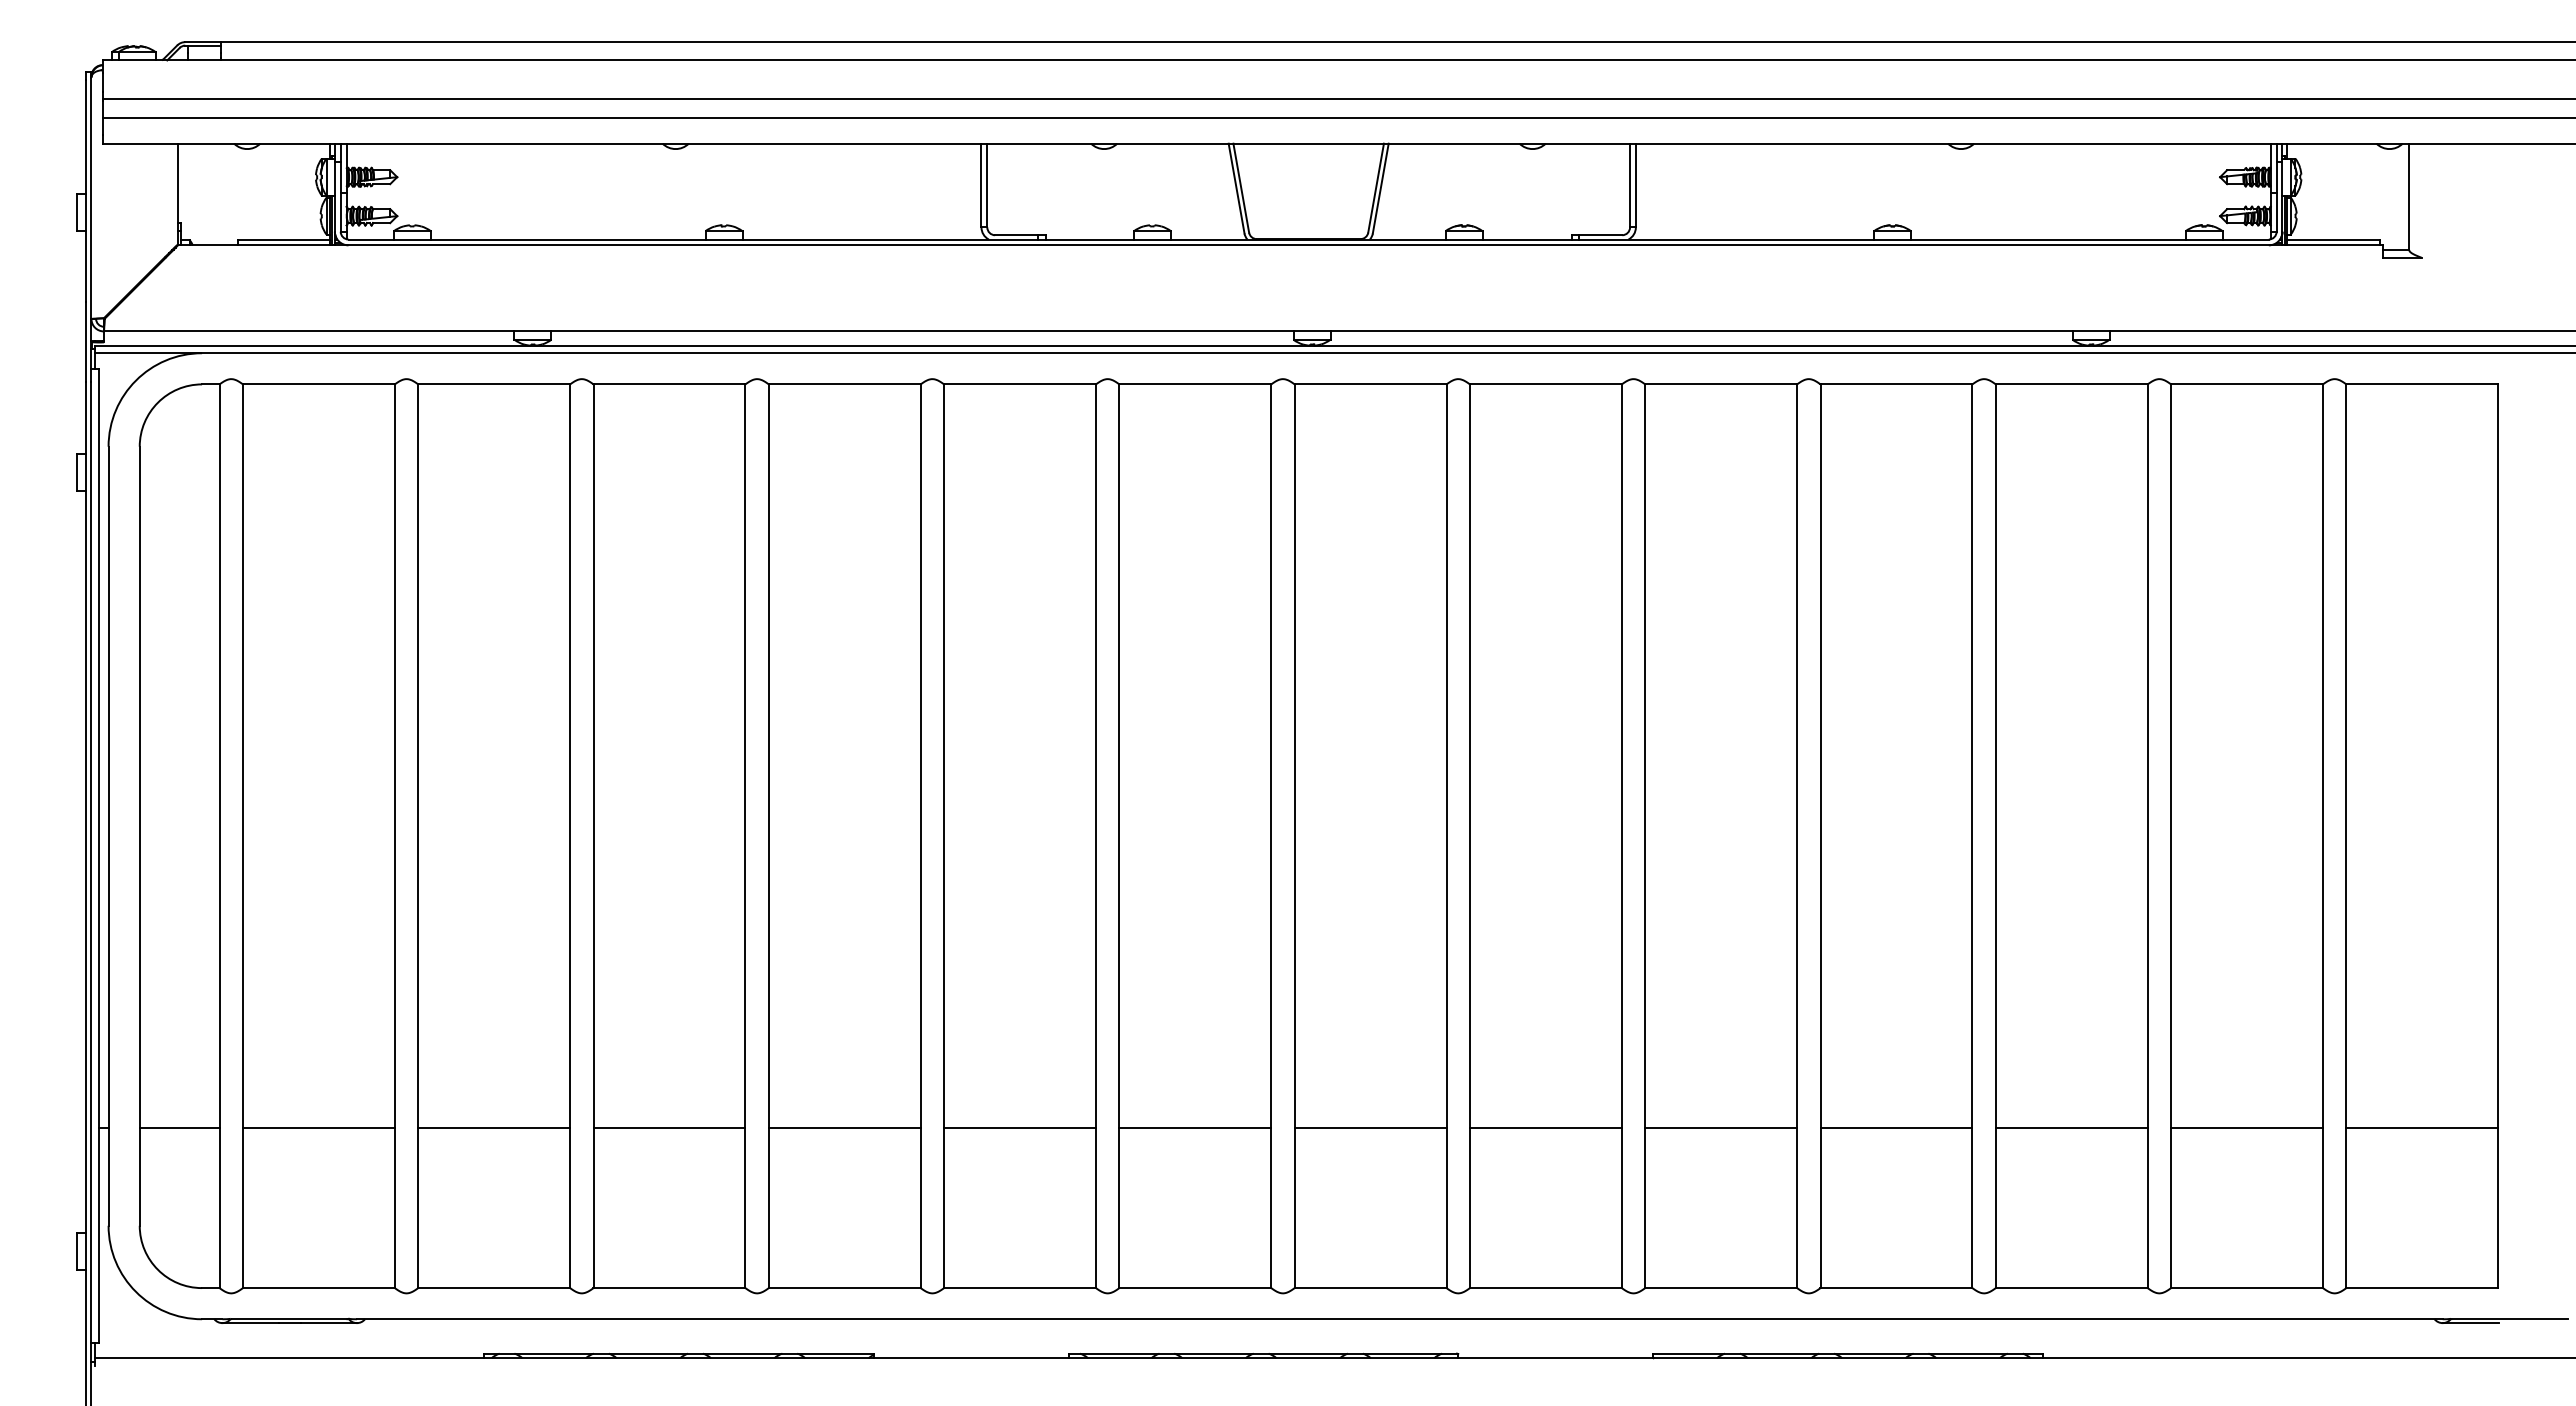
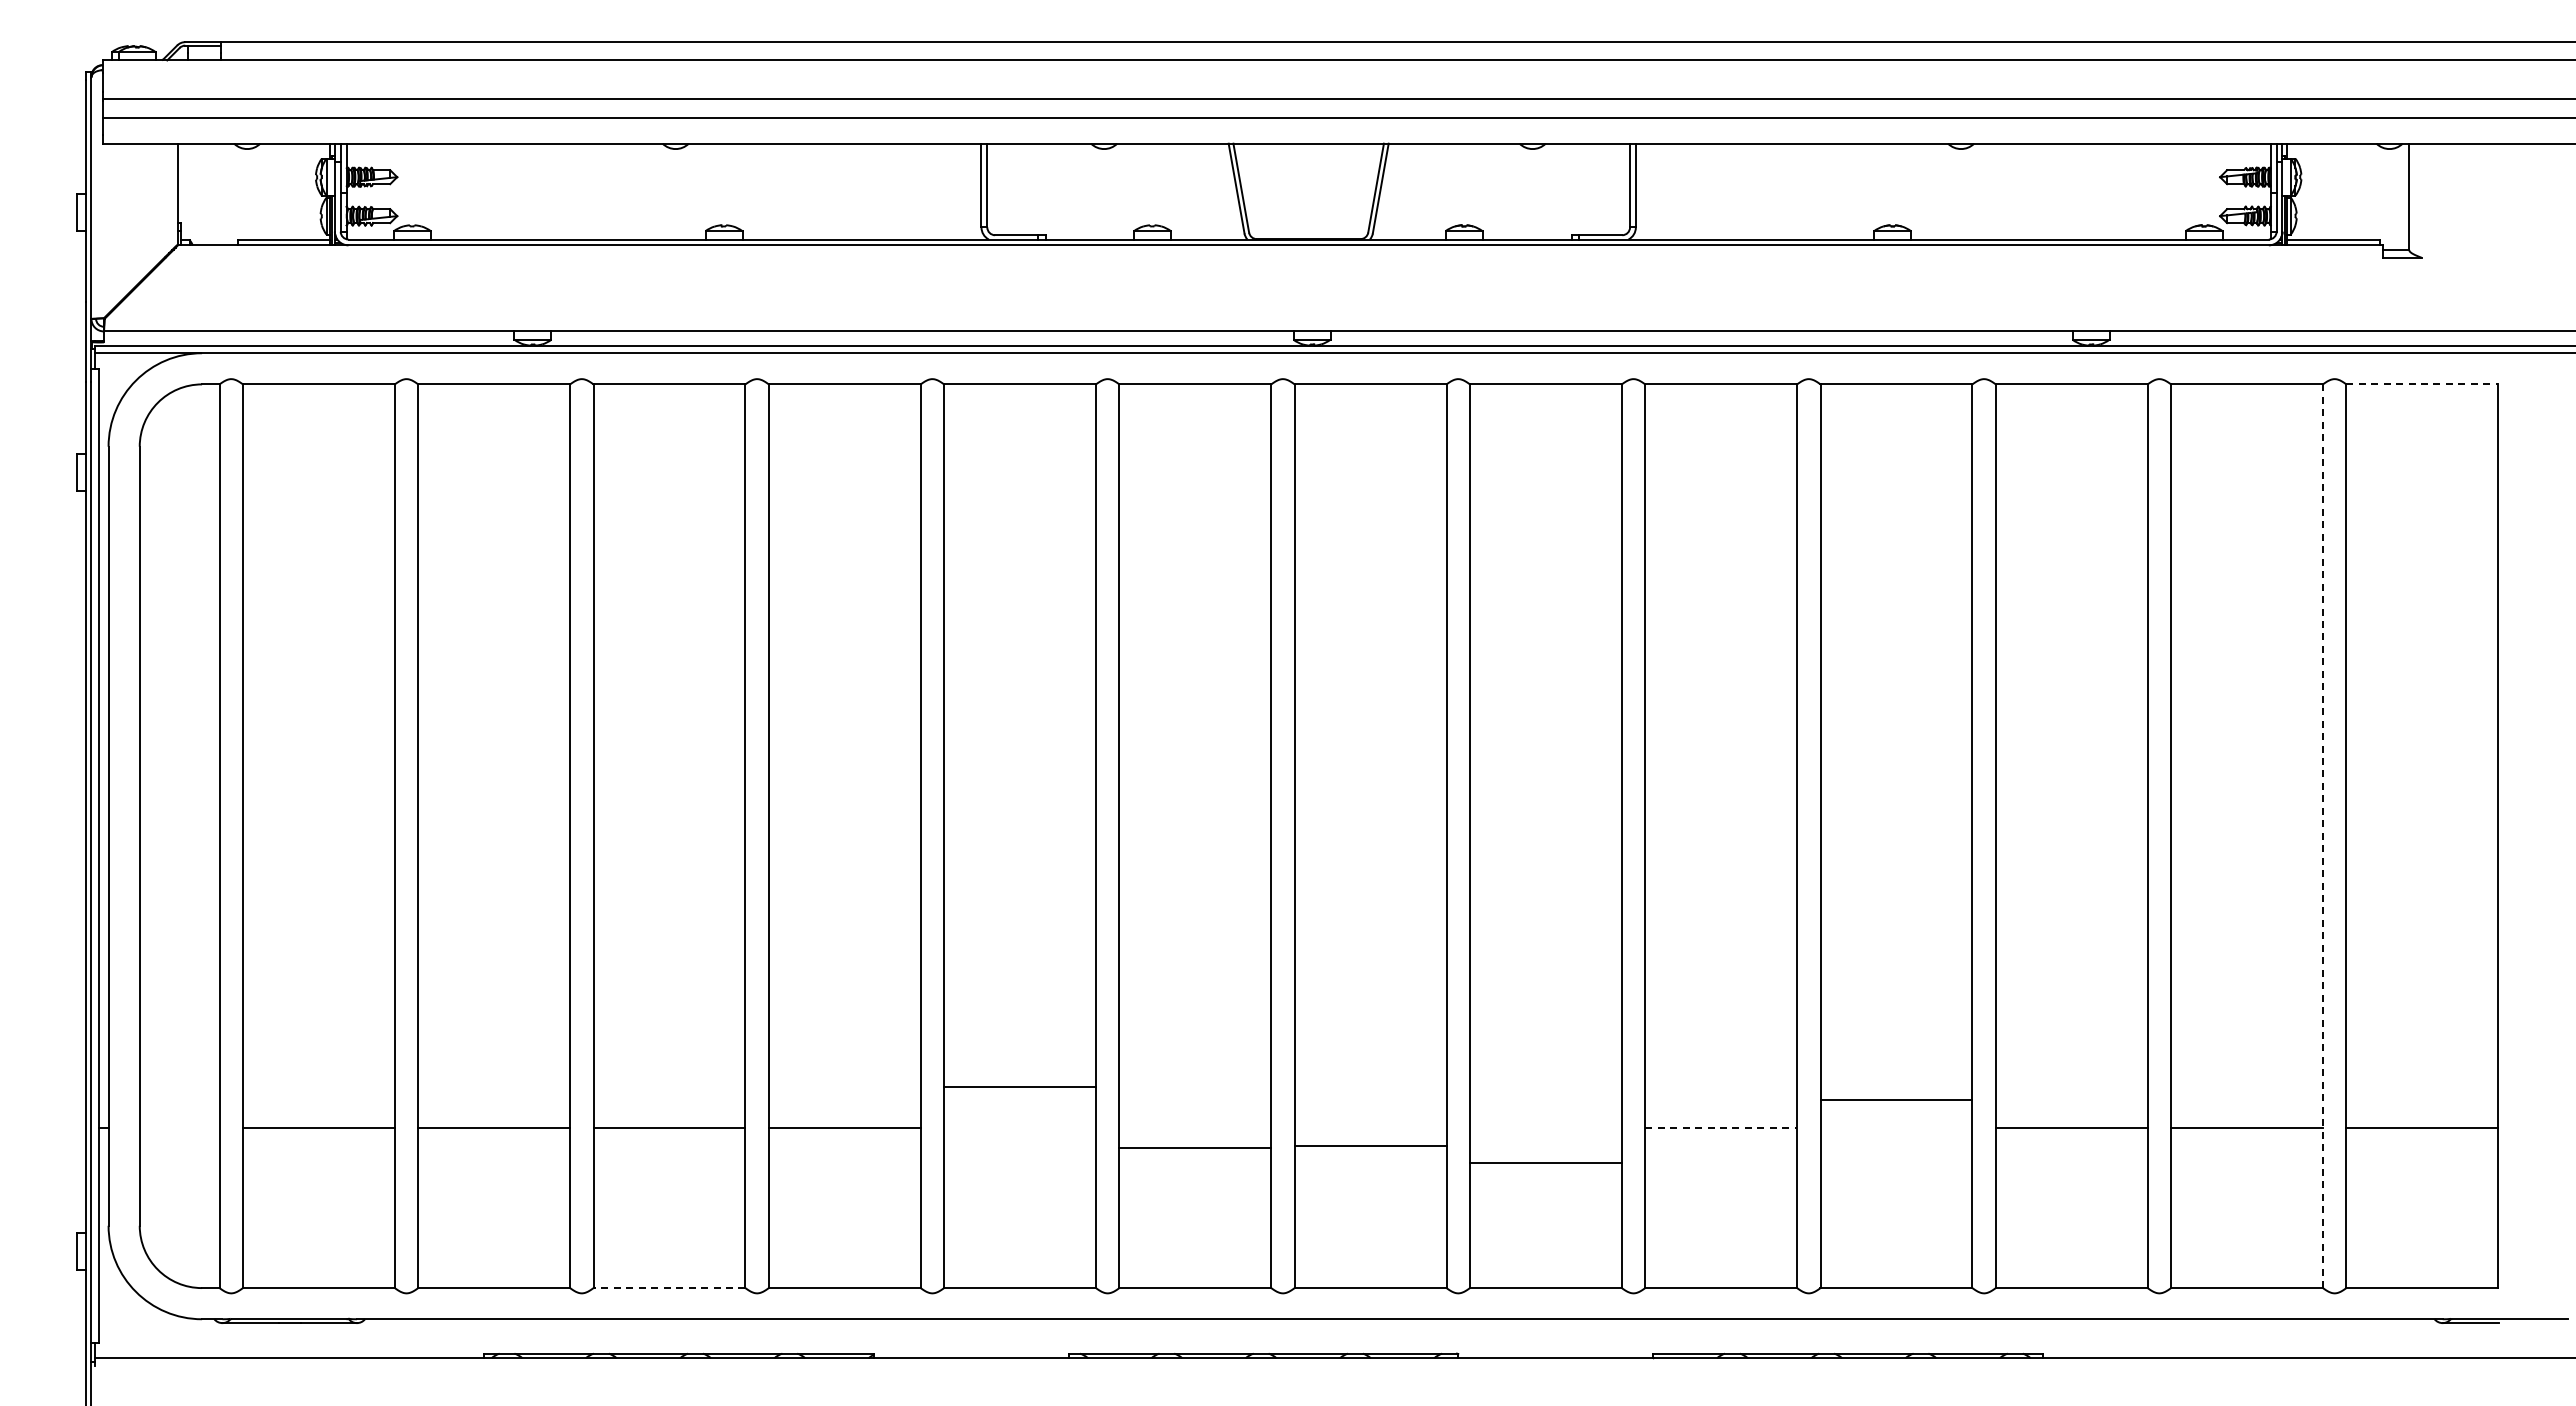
line at (2422, 384): solid -> dashed
line at (2322, 836): solid -> dashed
line at (179, 1128): present -> none
line at (1020, 1128) position: (1020, 1128) -> (1020, 1087)
line at (1195, 1128) position: (1195, 1128) -> (1195, 1148)
line at (1370, 1128) position: (1370, 1128) -> (1370, 1146)
line at (1545, 1128) position: (1545, 1128) -> (1545, 1163)
line at (1721, 1128): solid -> dashed
line at (1896, 1128) position: (1896, 1128) -> (1896, 1100)
line at (668, 1288): solid -> dashed
